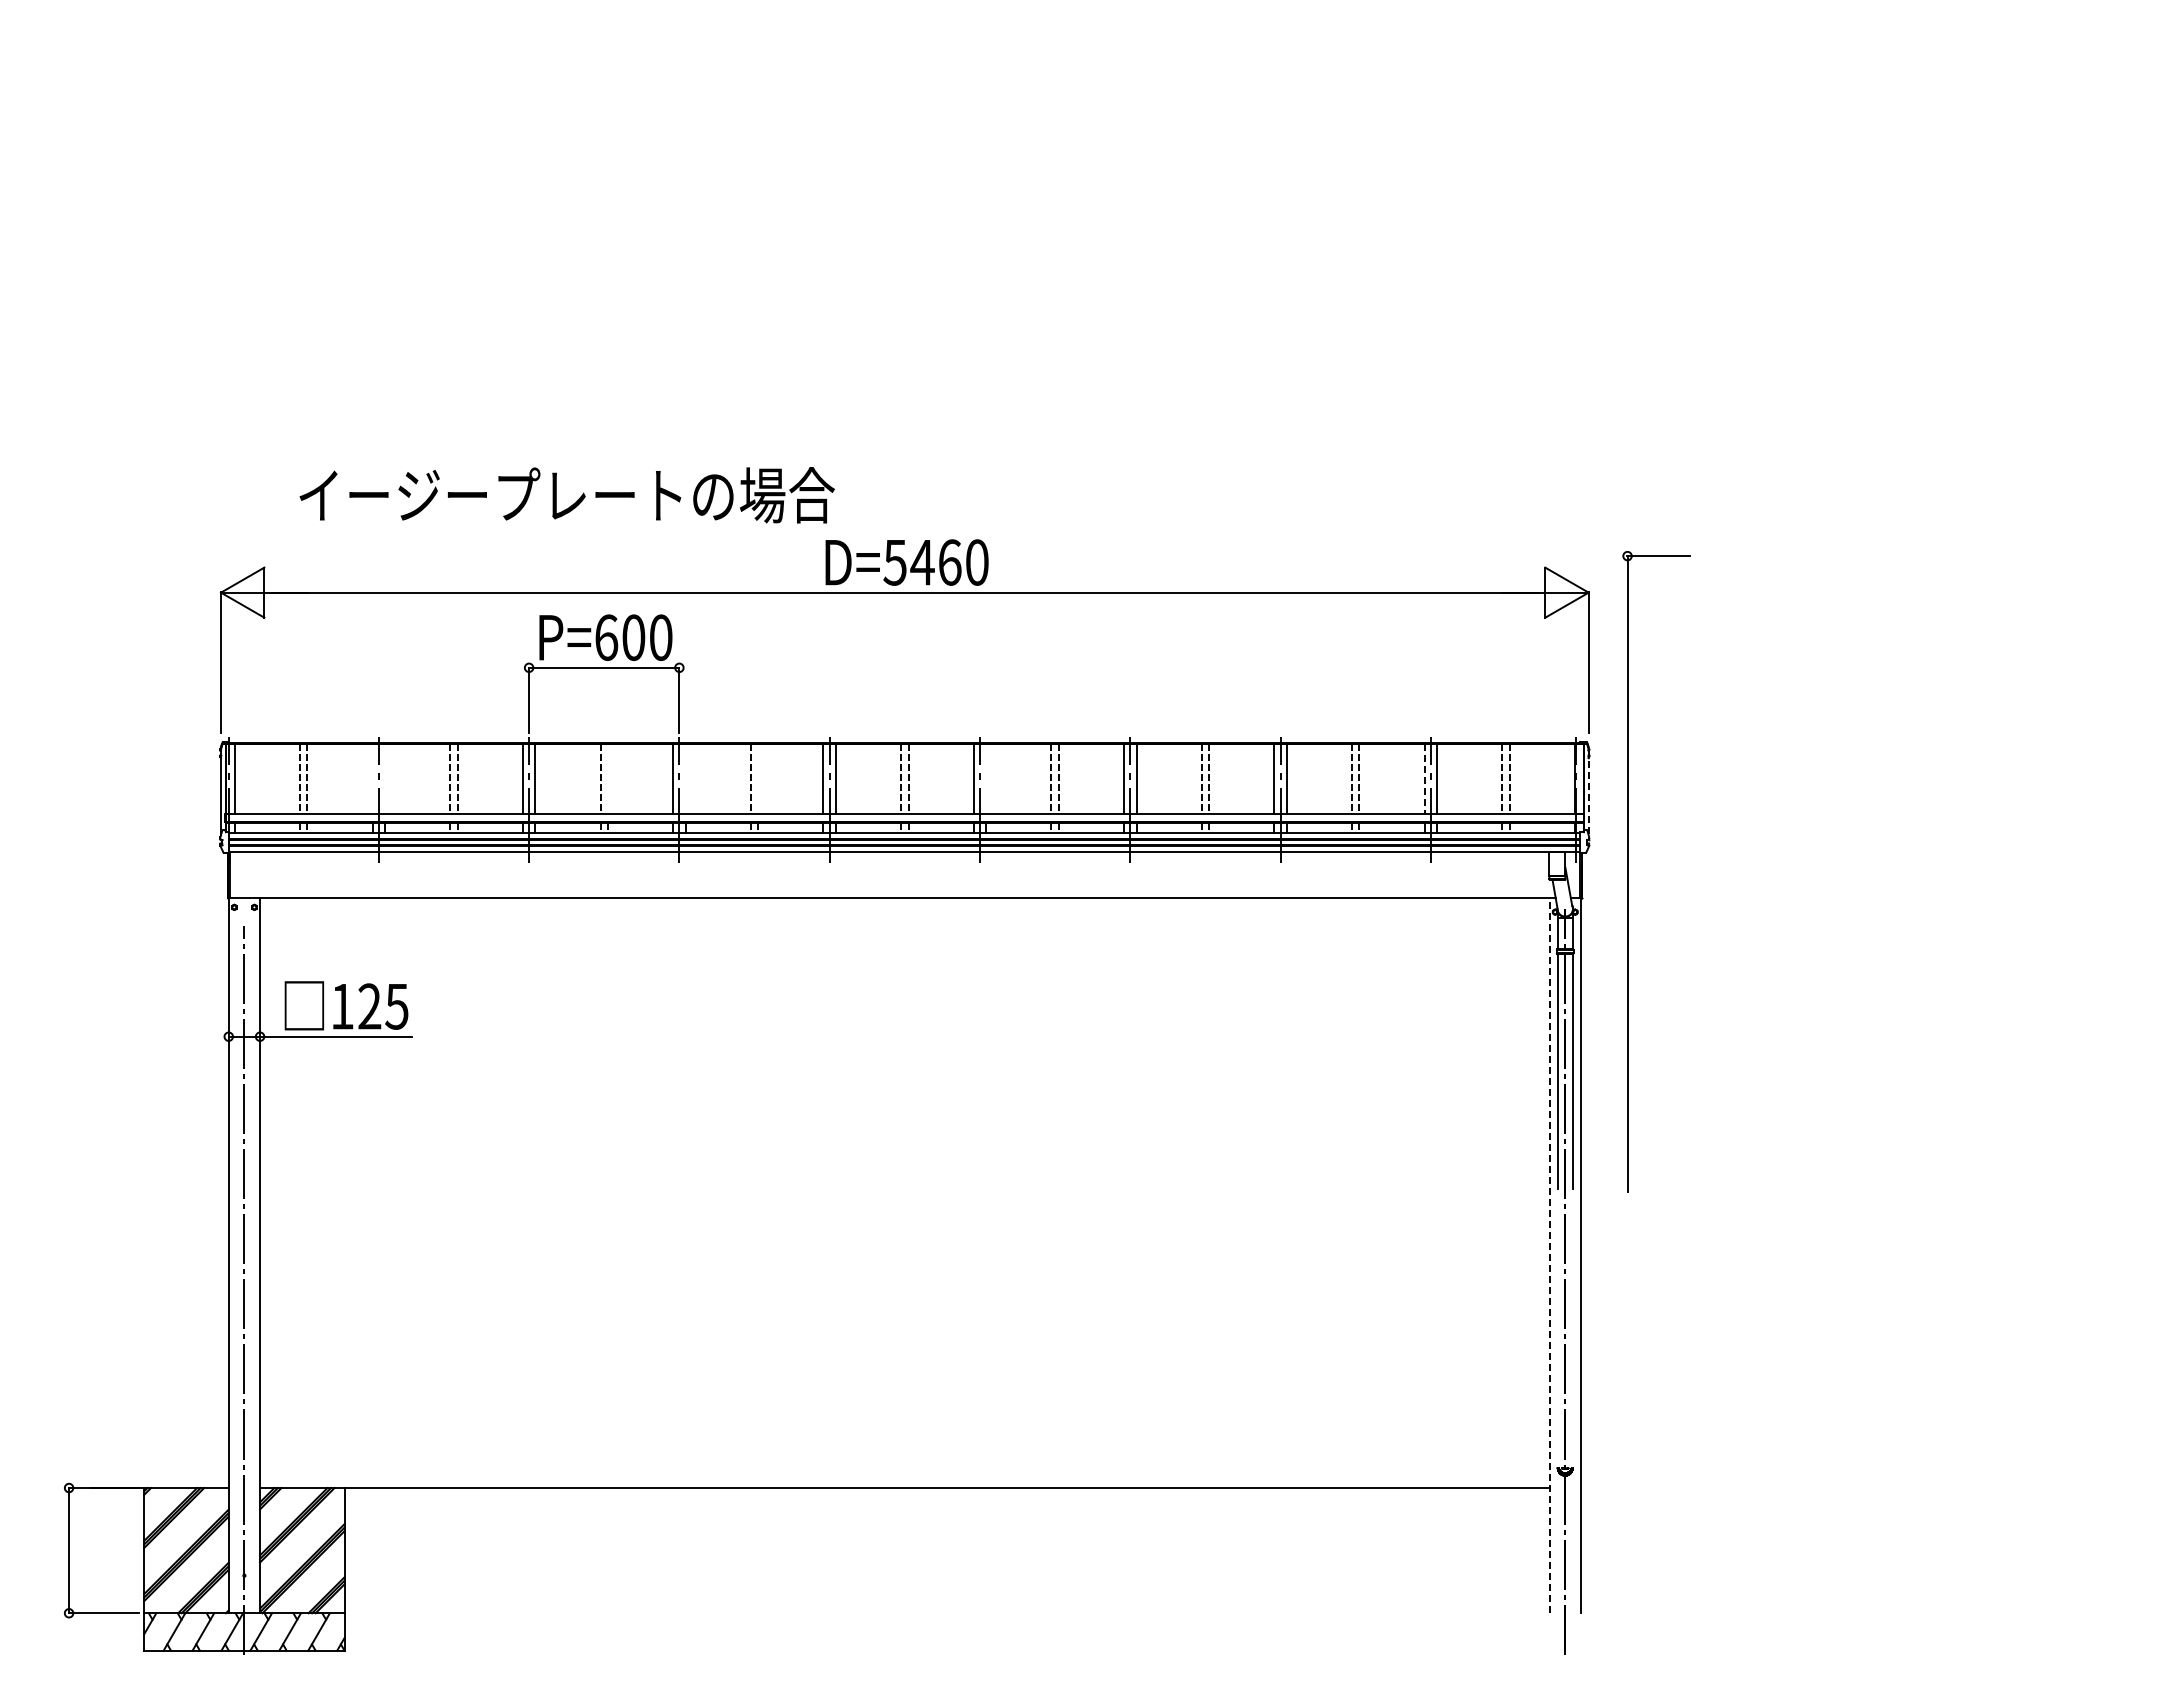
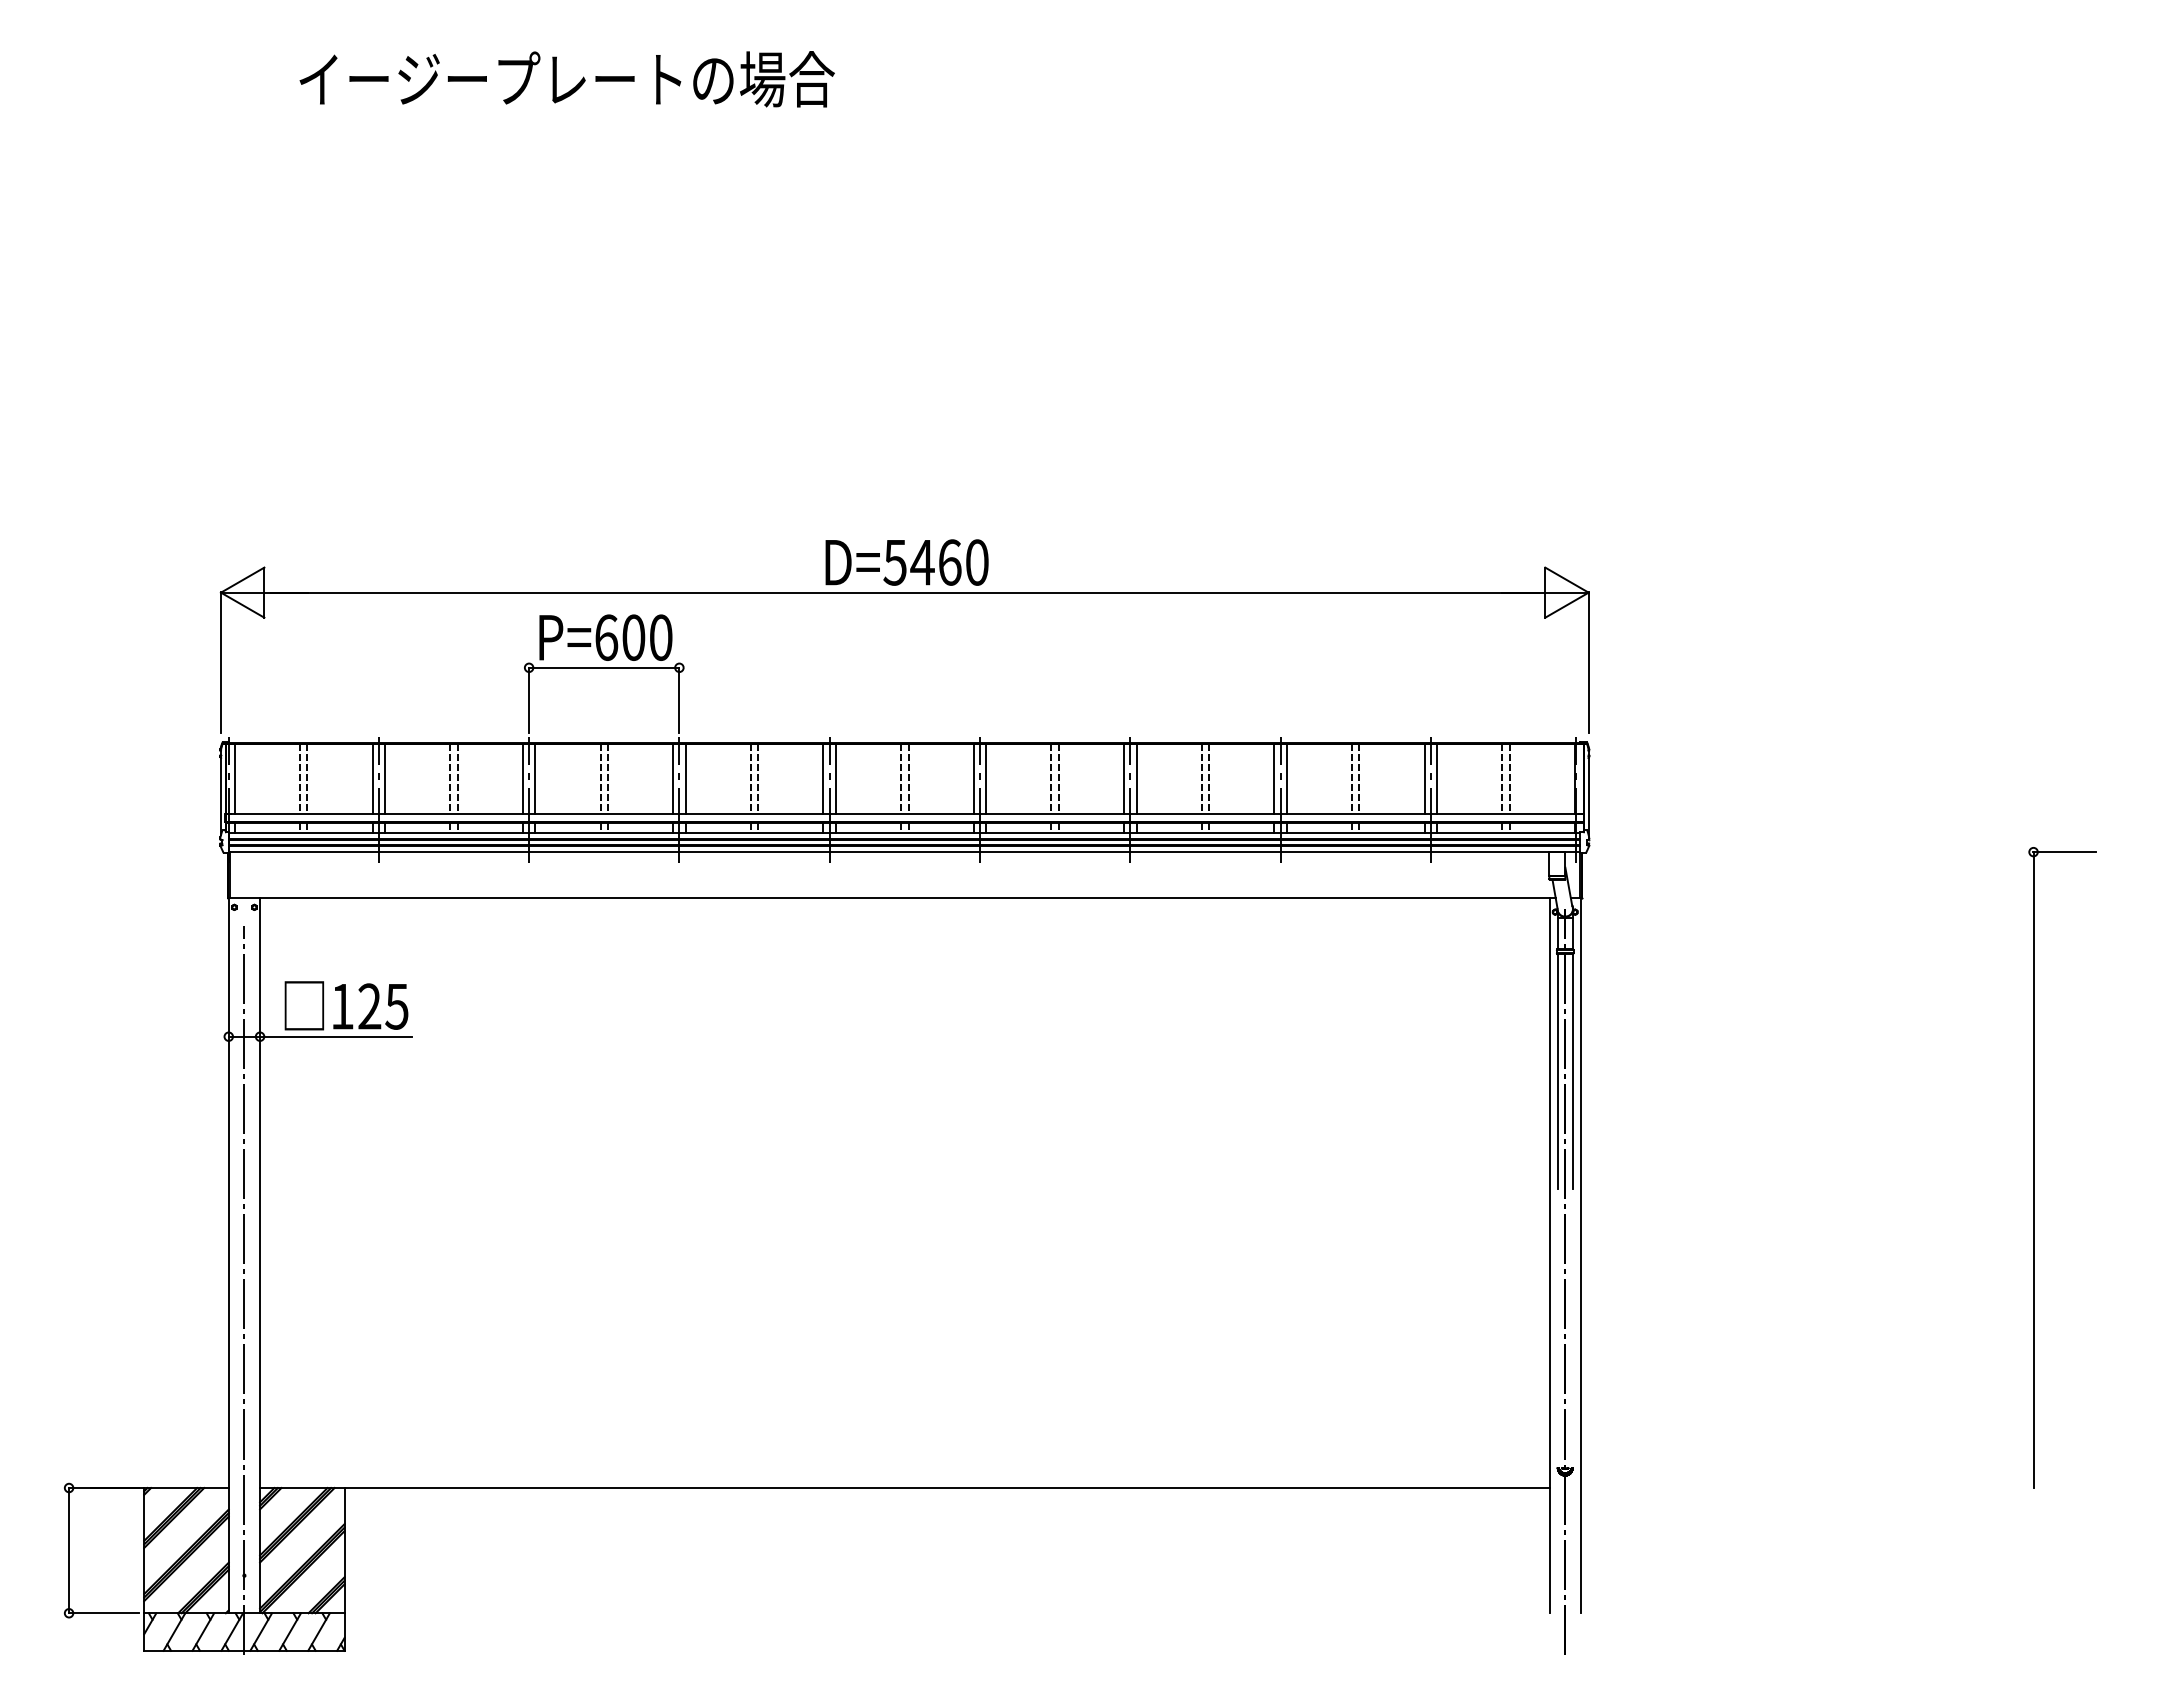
text at (566, 495) position: (566, 495) -> (566, 79)
line at (372, 778): none -> present
line at (385, 778): none -> present
line at (608, 778): none -> present
line at (685, 778): none -> present
line at (758, 778): none -> present
line at (986, 778): none -> present
line at (1424, 779): dashed -> solid
line at (1588, 792): dashed -> solid
part at (1628, 871) position: (1628, 871) -> (2034, 1167)
line at (1549, 1255): dashed -> solid
